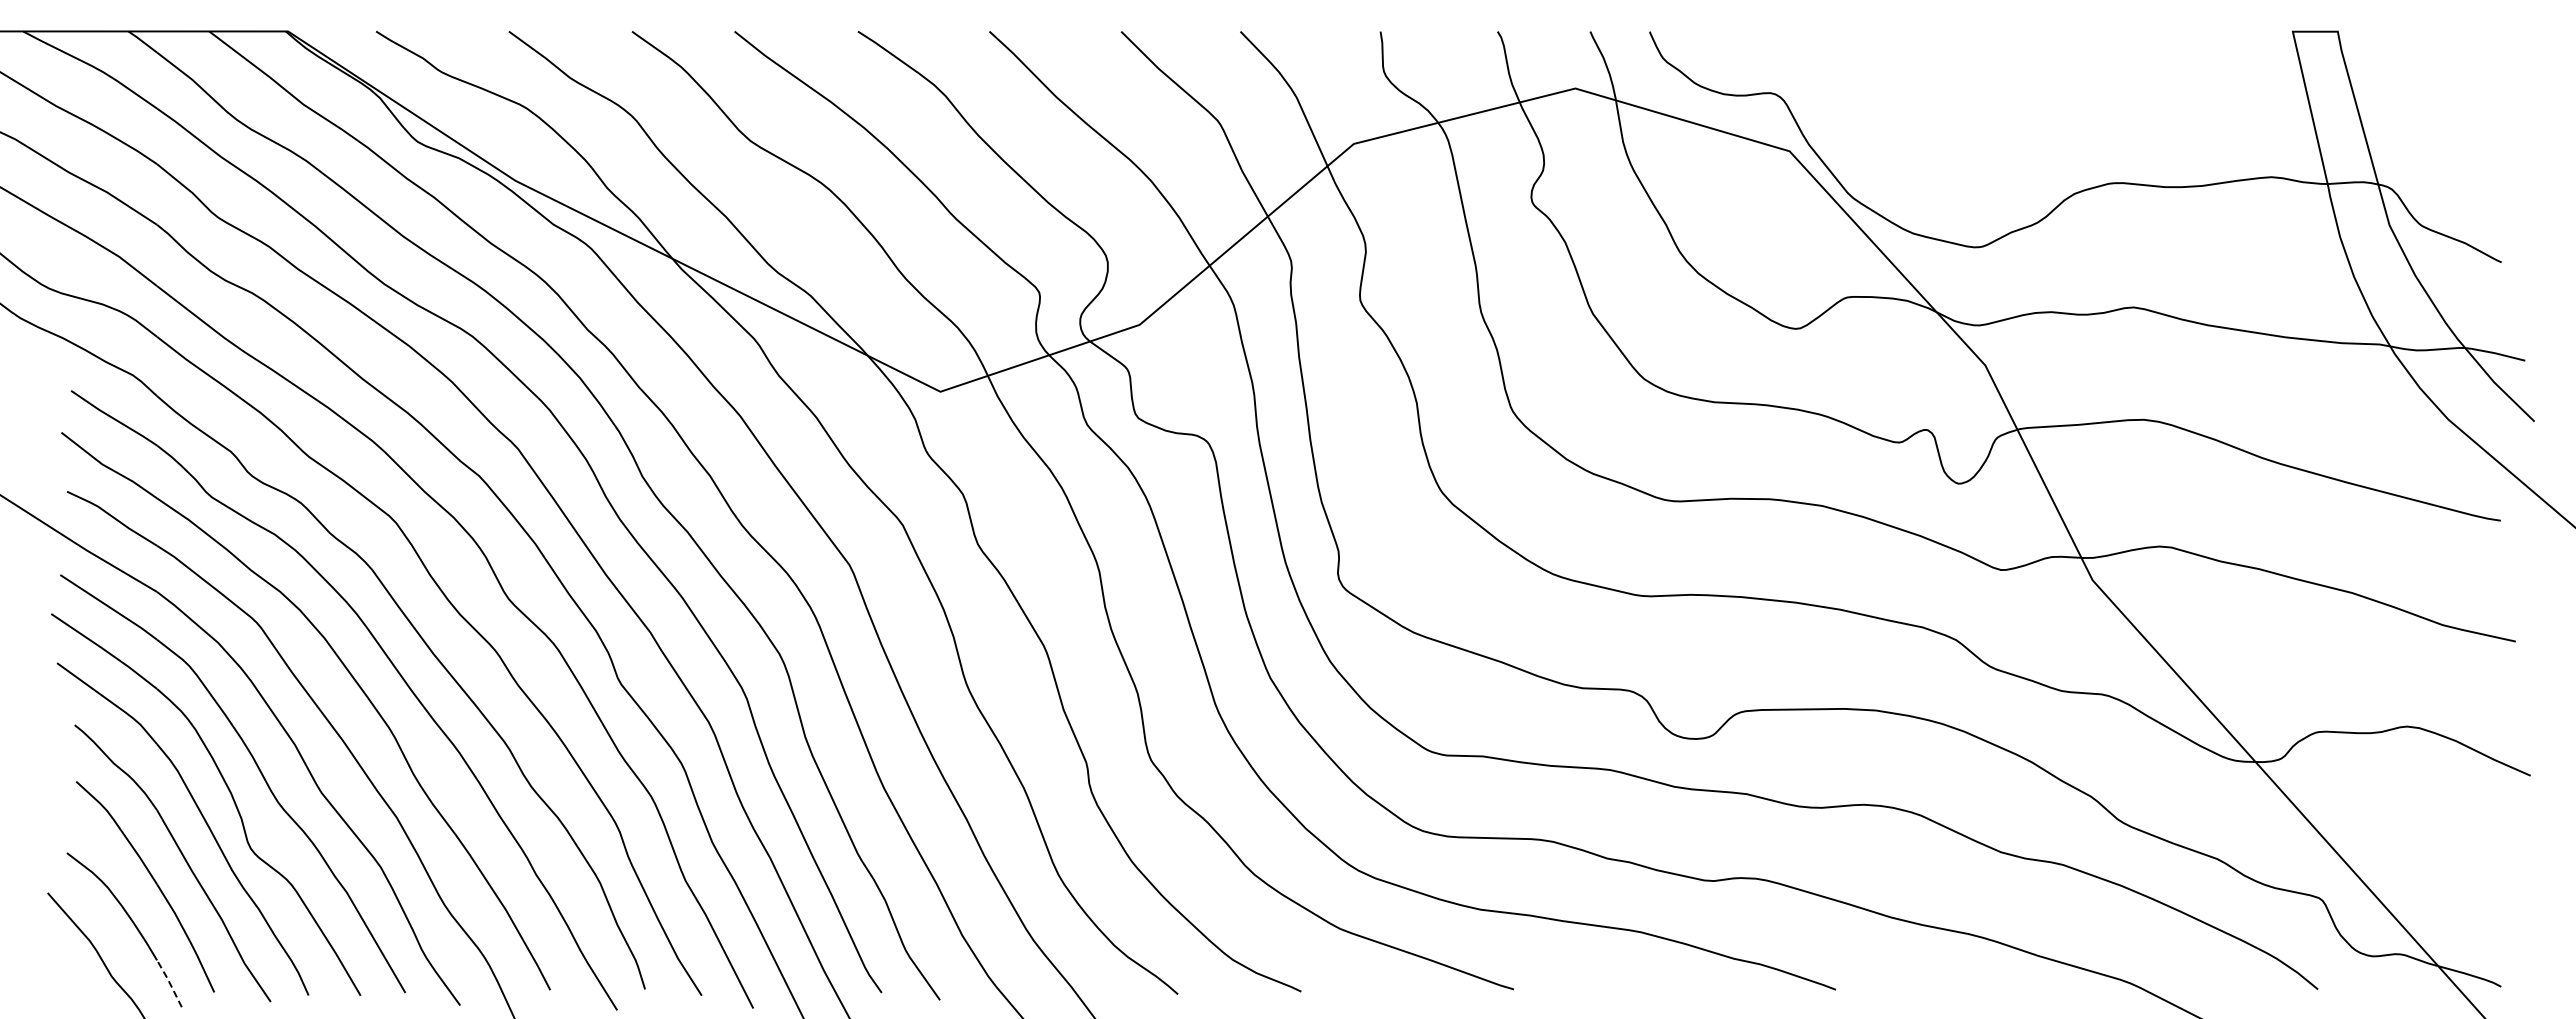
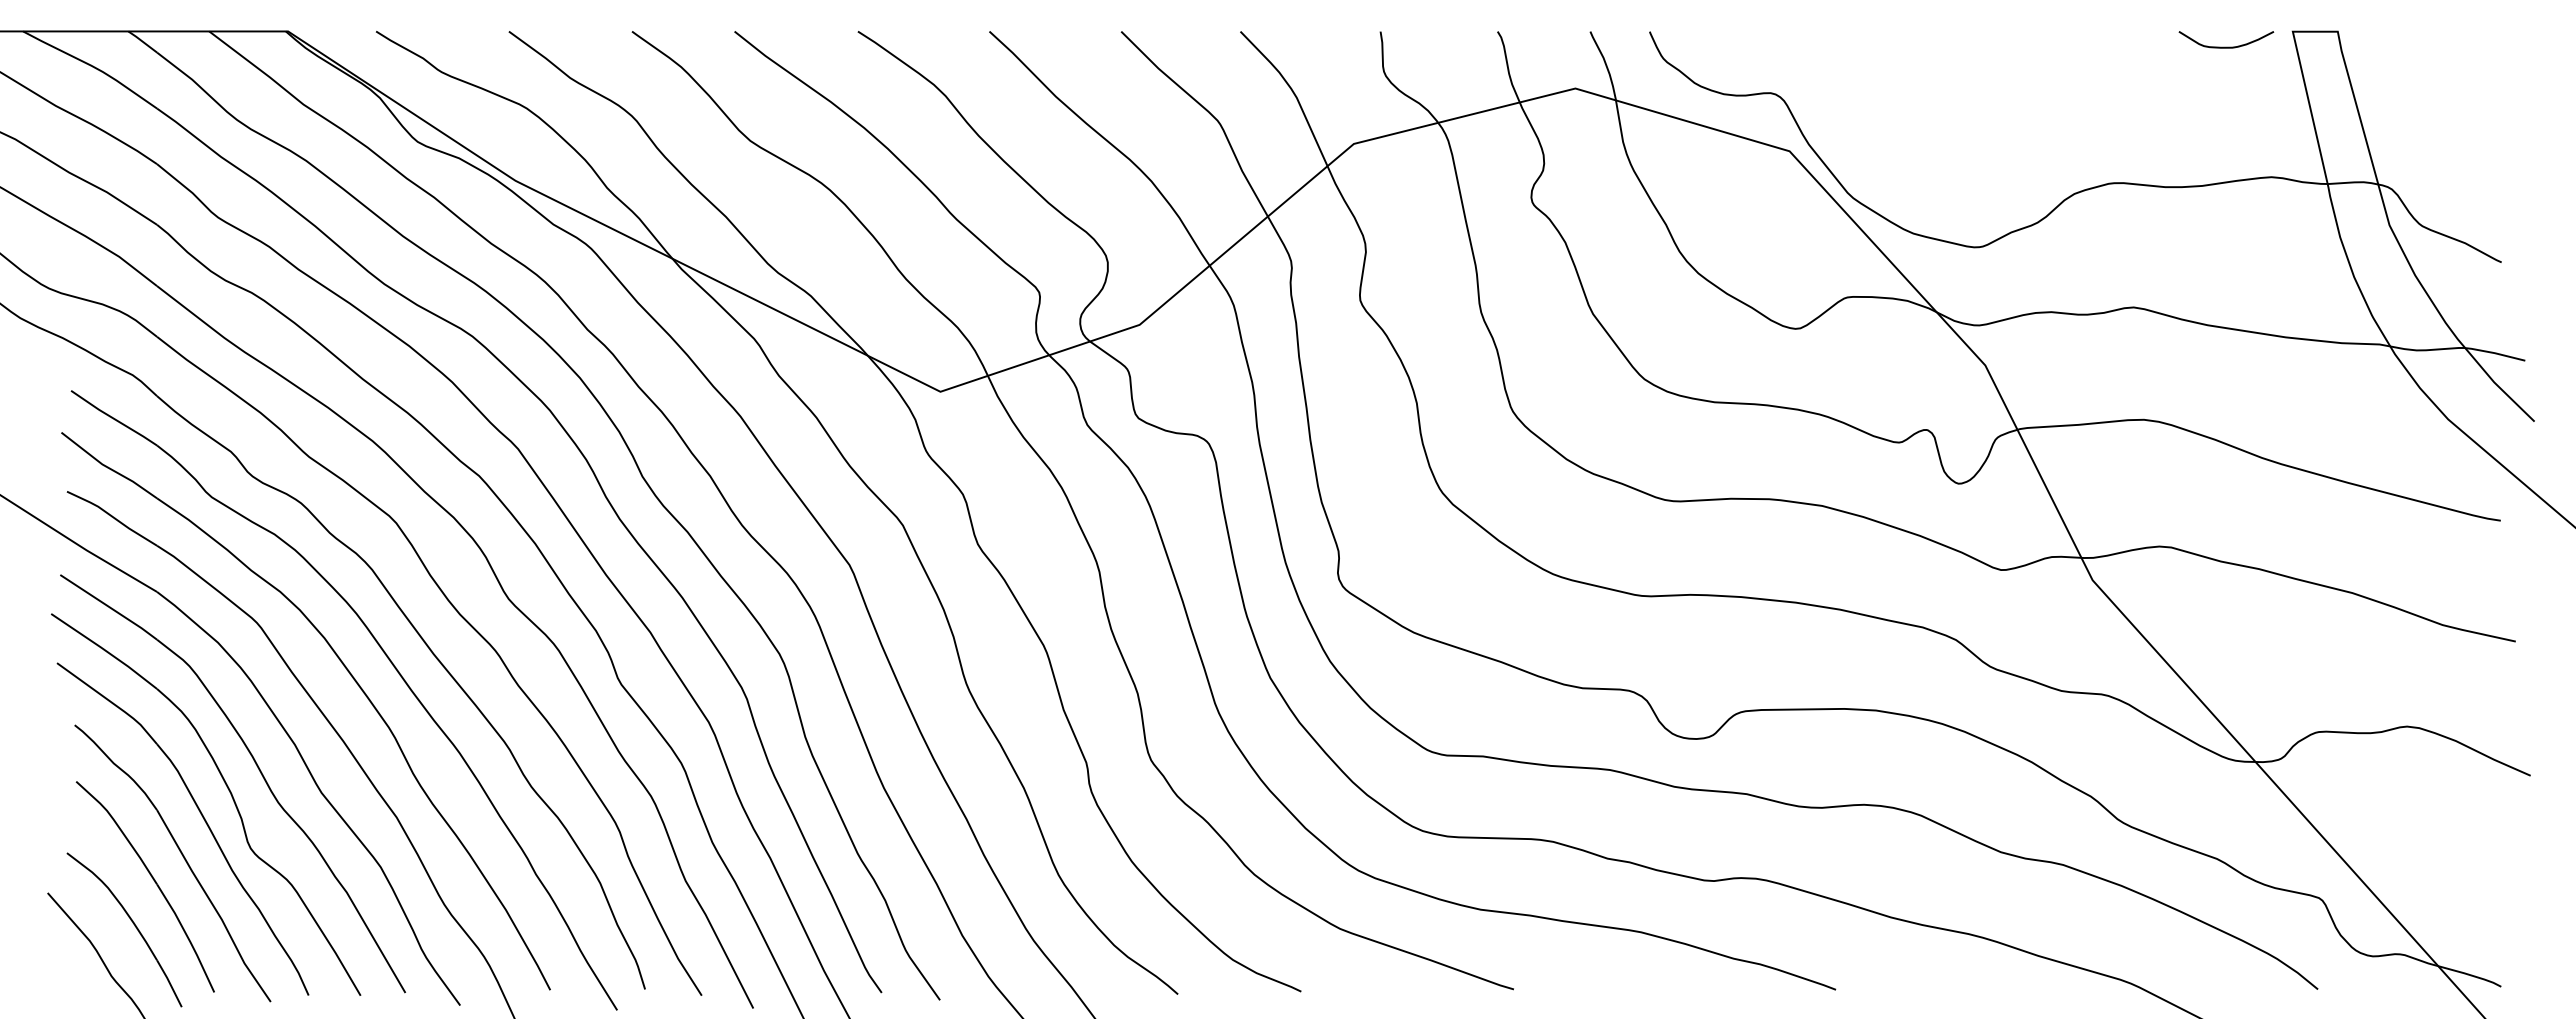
curve at (2226, 46): none -> present
line at (169, 982): dashed -> solid
